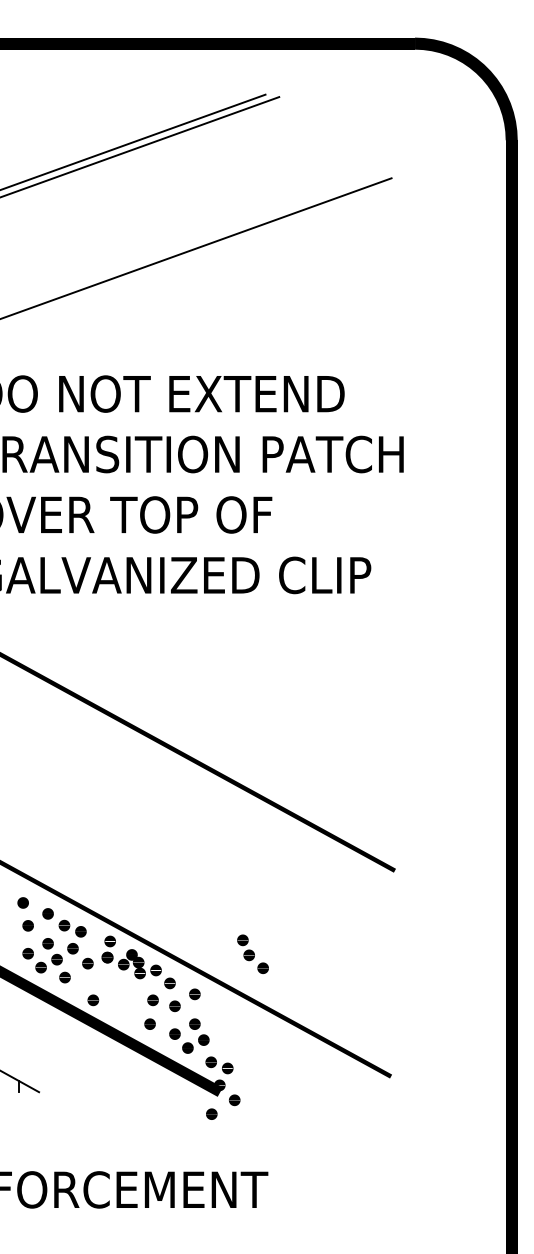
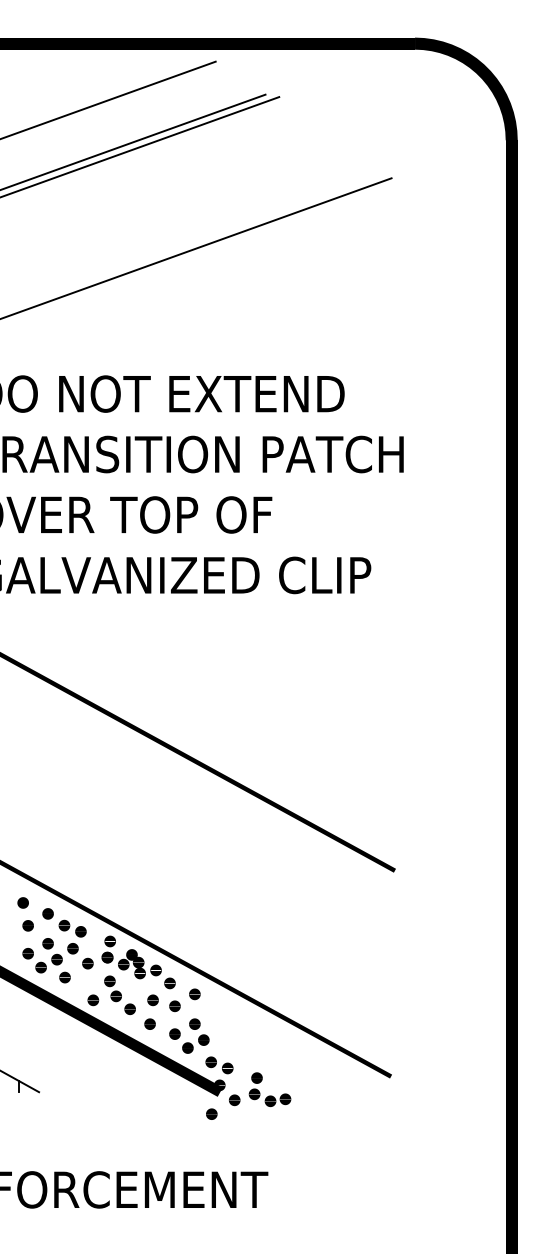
line at (108, 99): none -> present
part at (252, 953) position: (252, 953) -> (119, 994)
part at (269, 1089): none -> present
